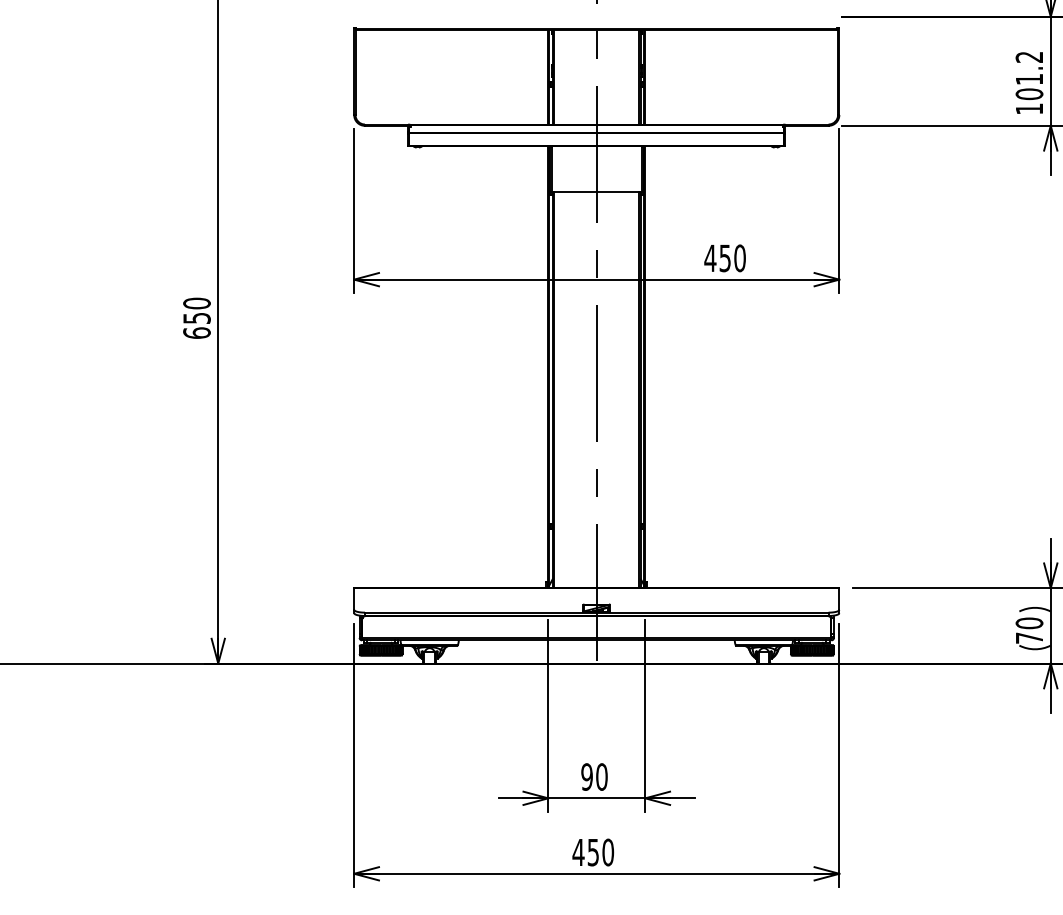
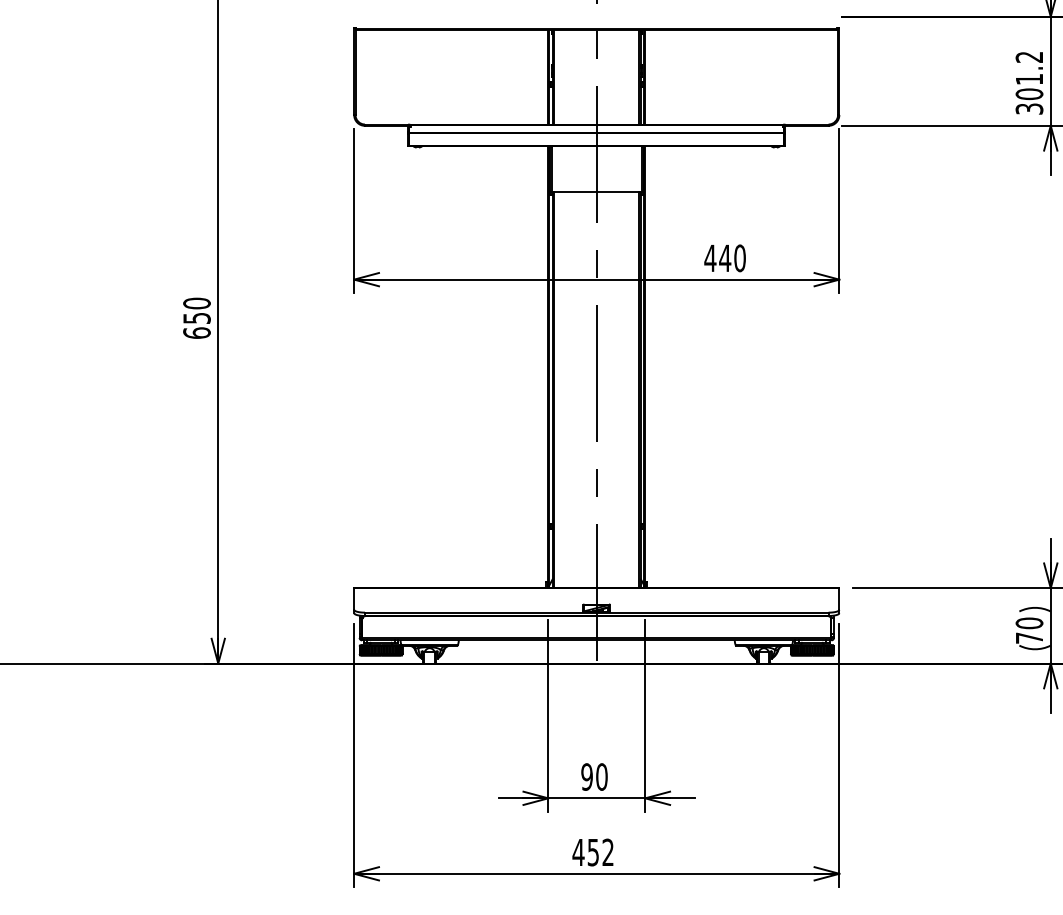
text at (1029, 108): 101.2 -> 301.2
text at (725, 258): 450 -> 440
text at (608, 852): 450 -> 452
